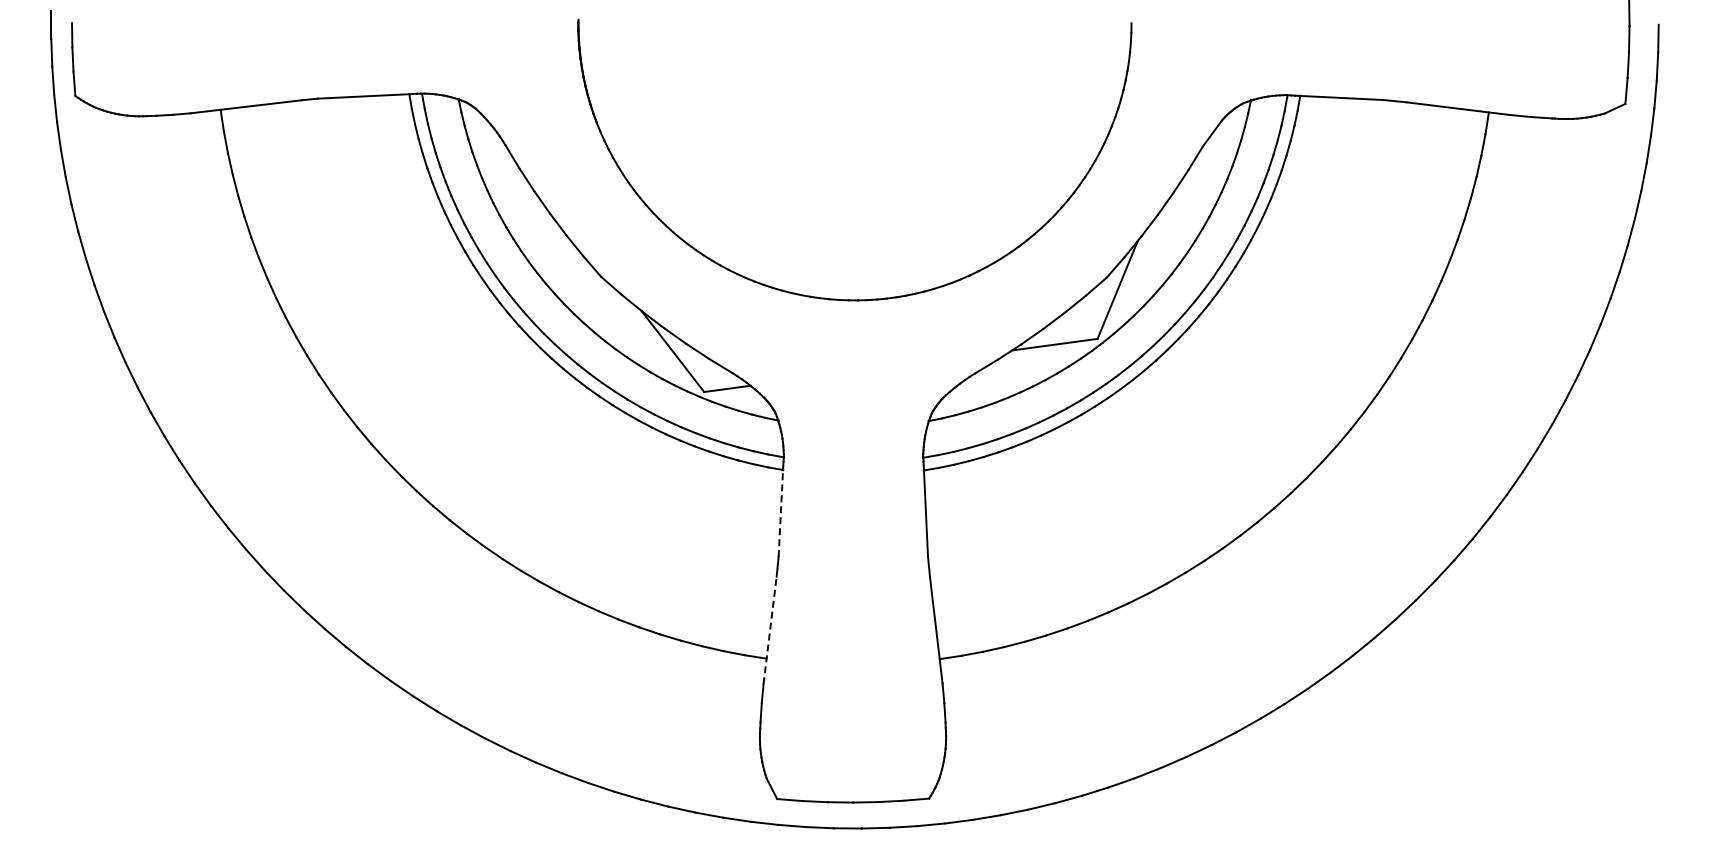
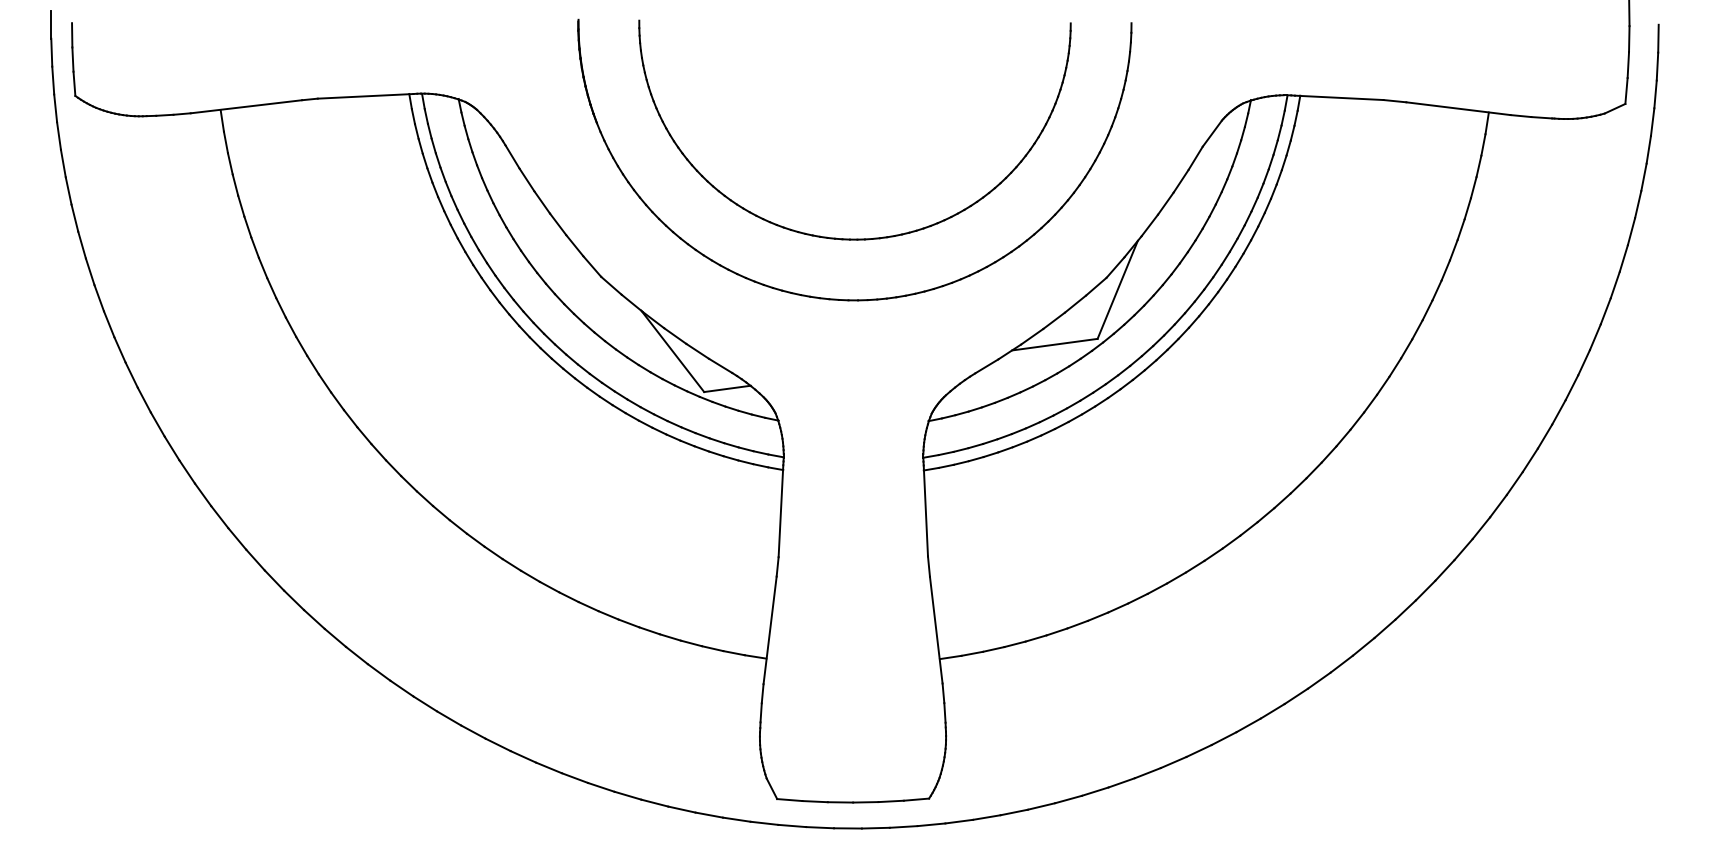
part at (854, 238): none -> present
line at (780, 510): dashed -> solid
line at (770, 629): dashed -> solid
